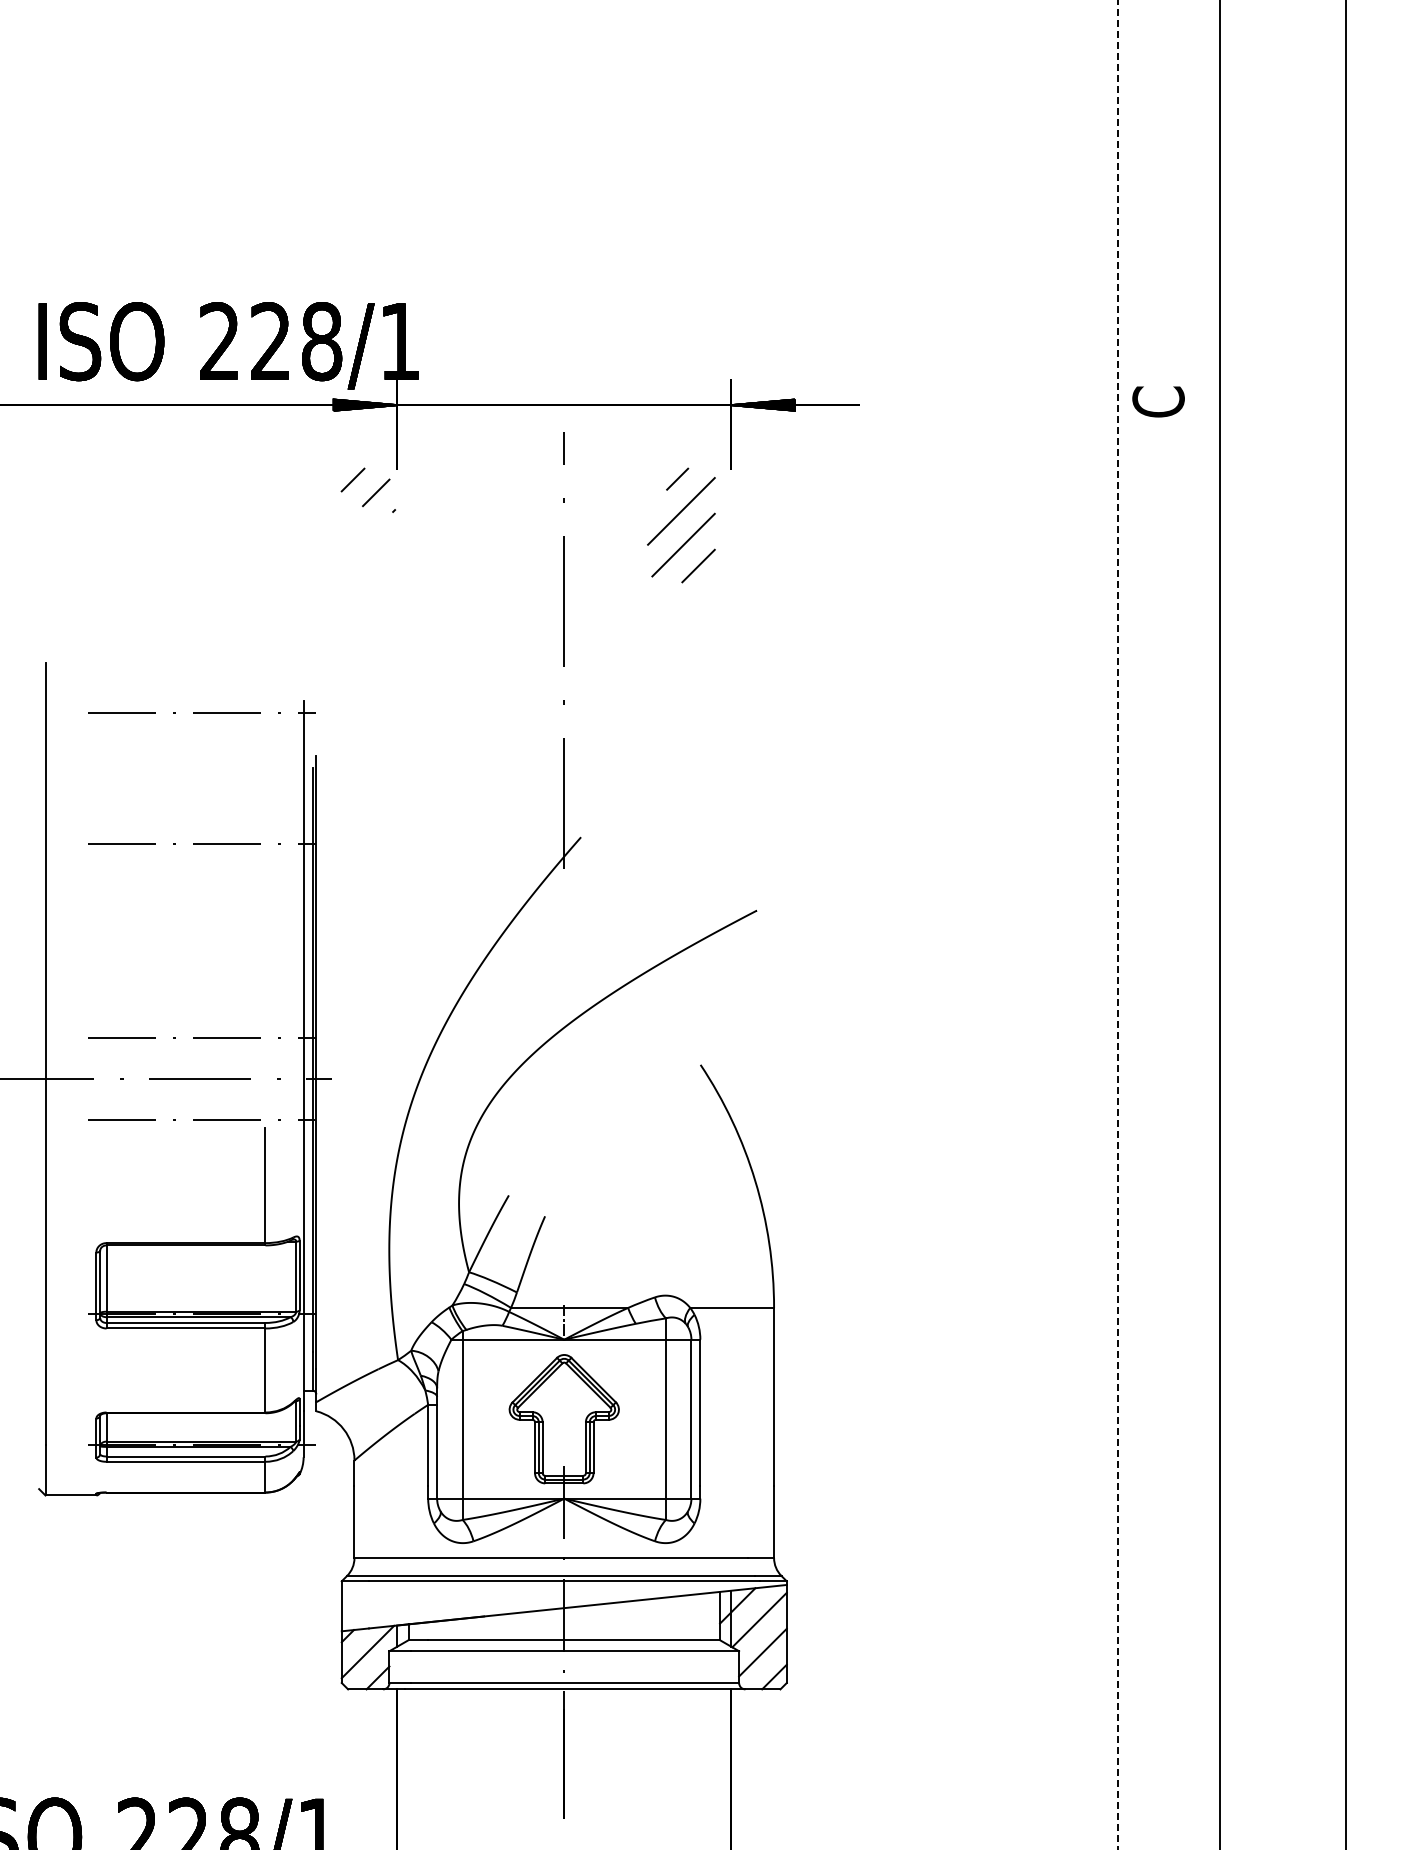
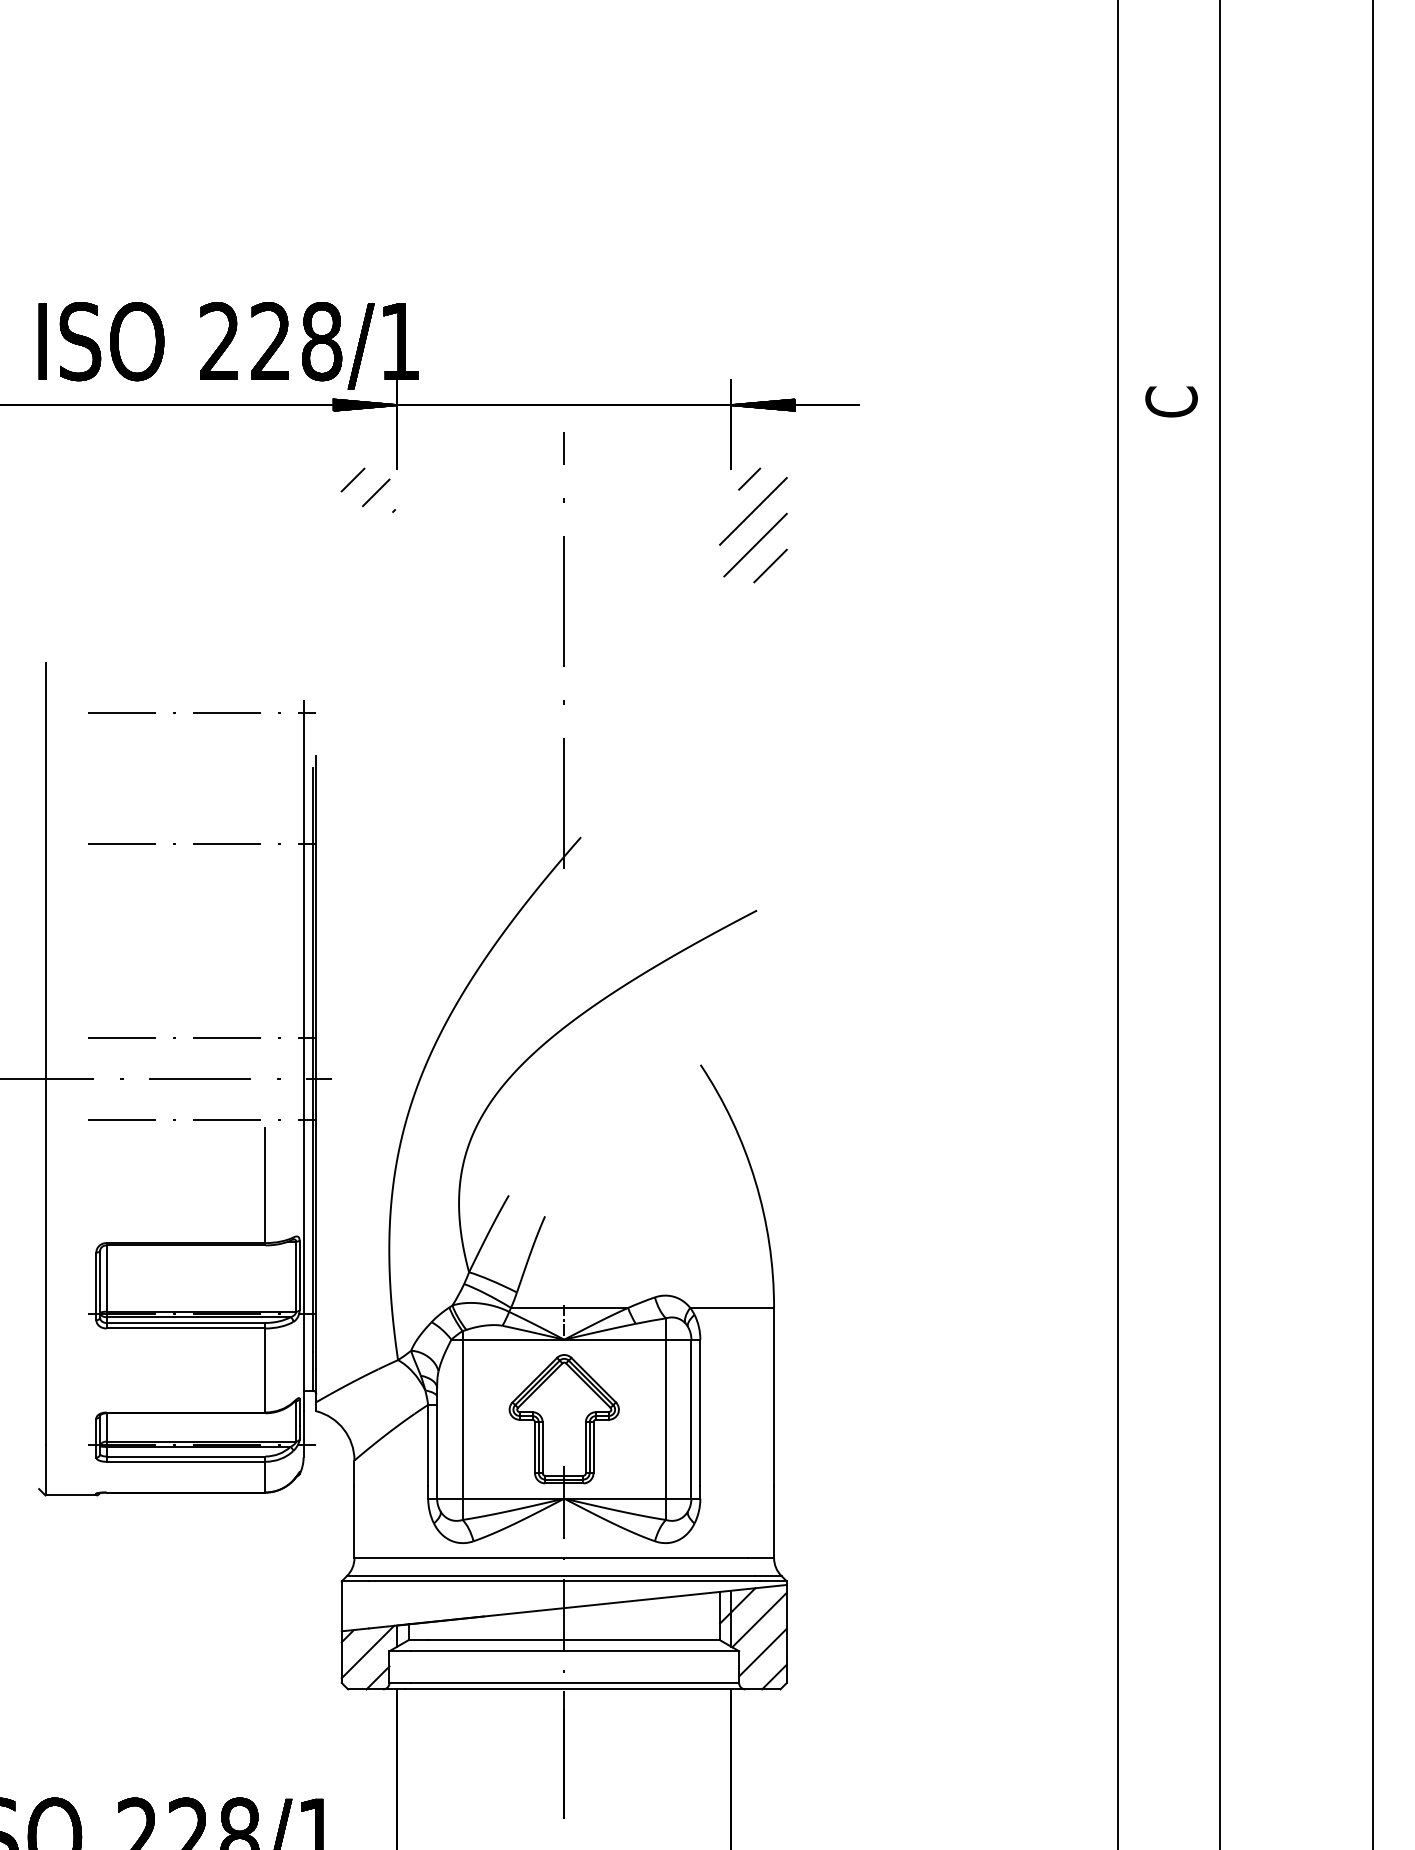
text at (1158, 401) position: (1158, 401) -> (1171, 401)
part at (675, 518) position: (675, 518) -> (747, 518)
line at (1118, 924): dashed -> solid
line at (1345, 924) position: (1345, 924) -> (1372, 924)
